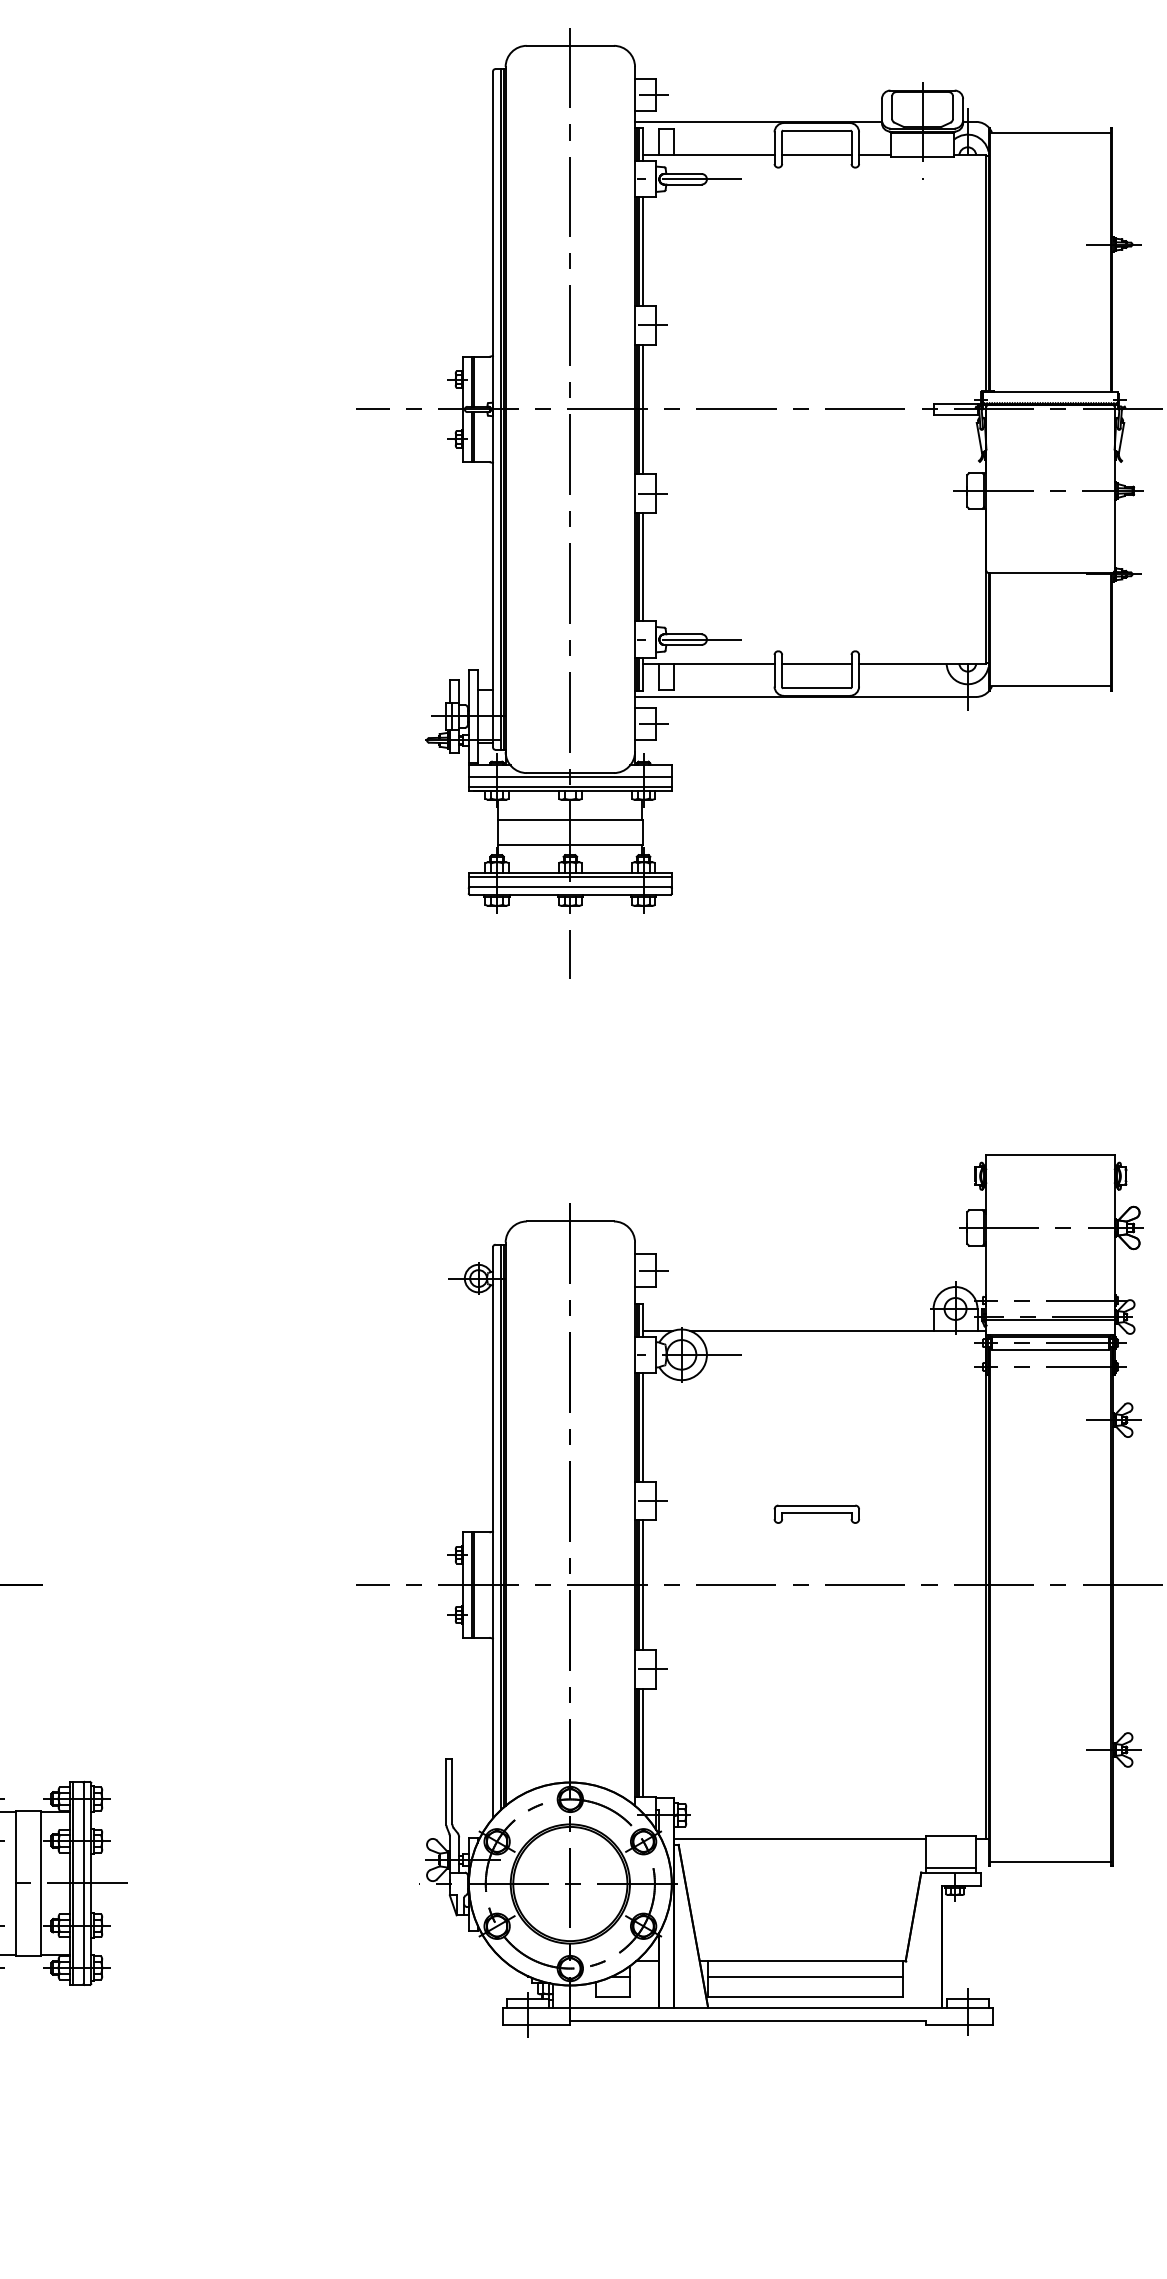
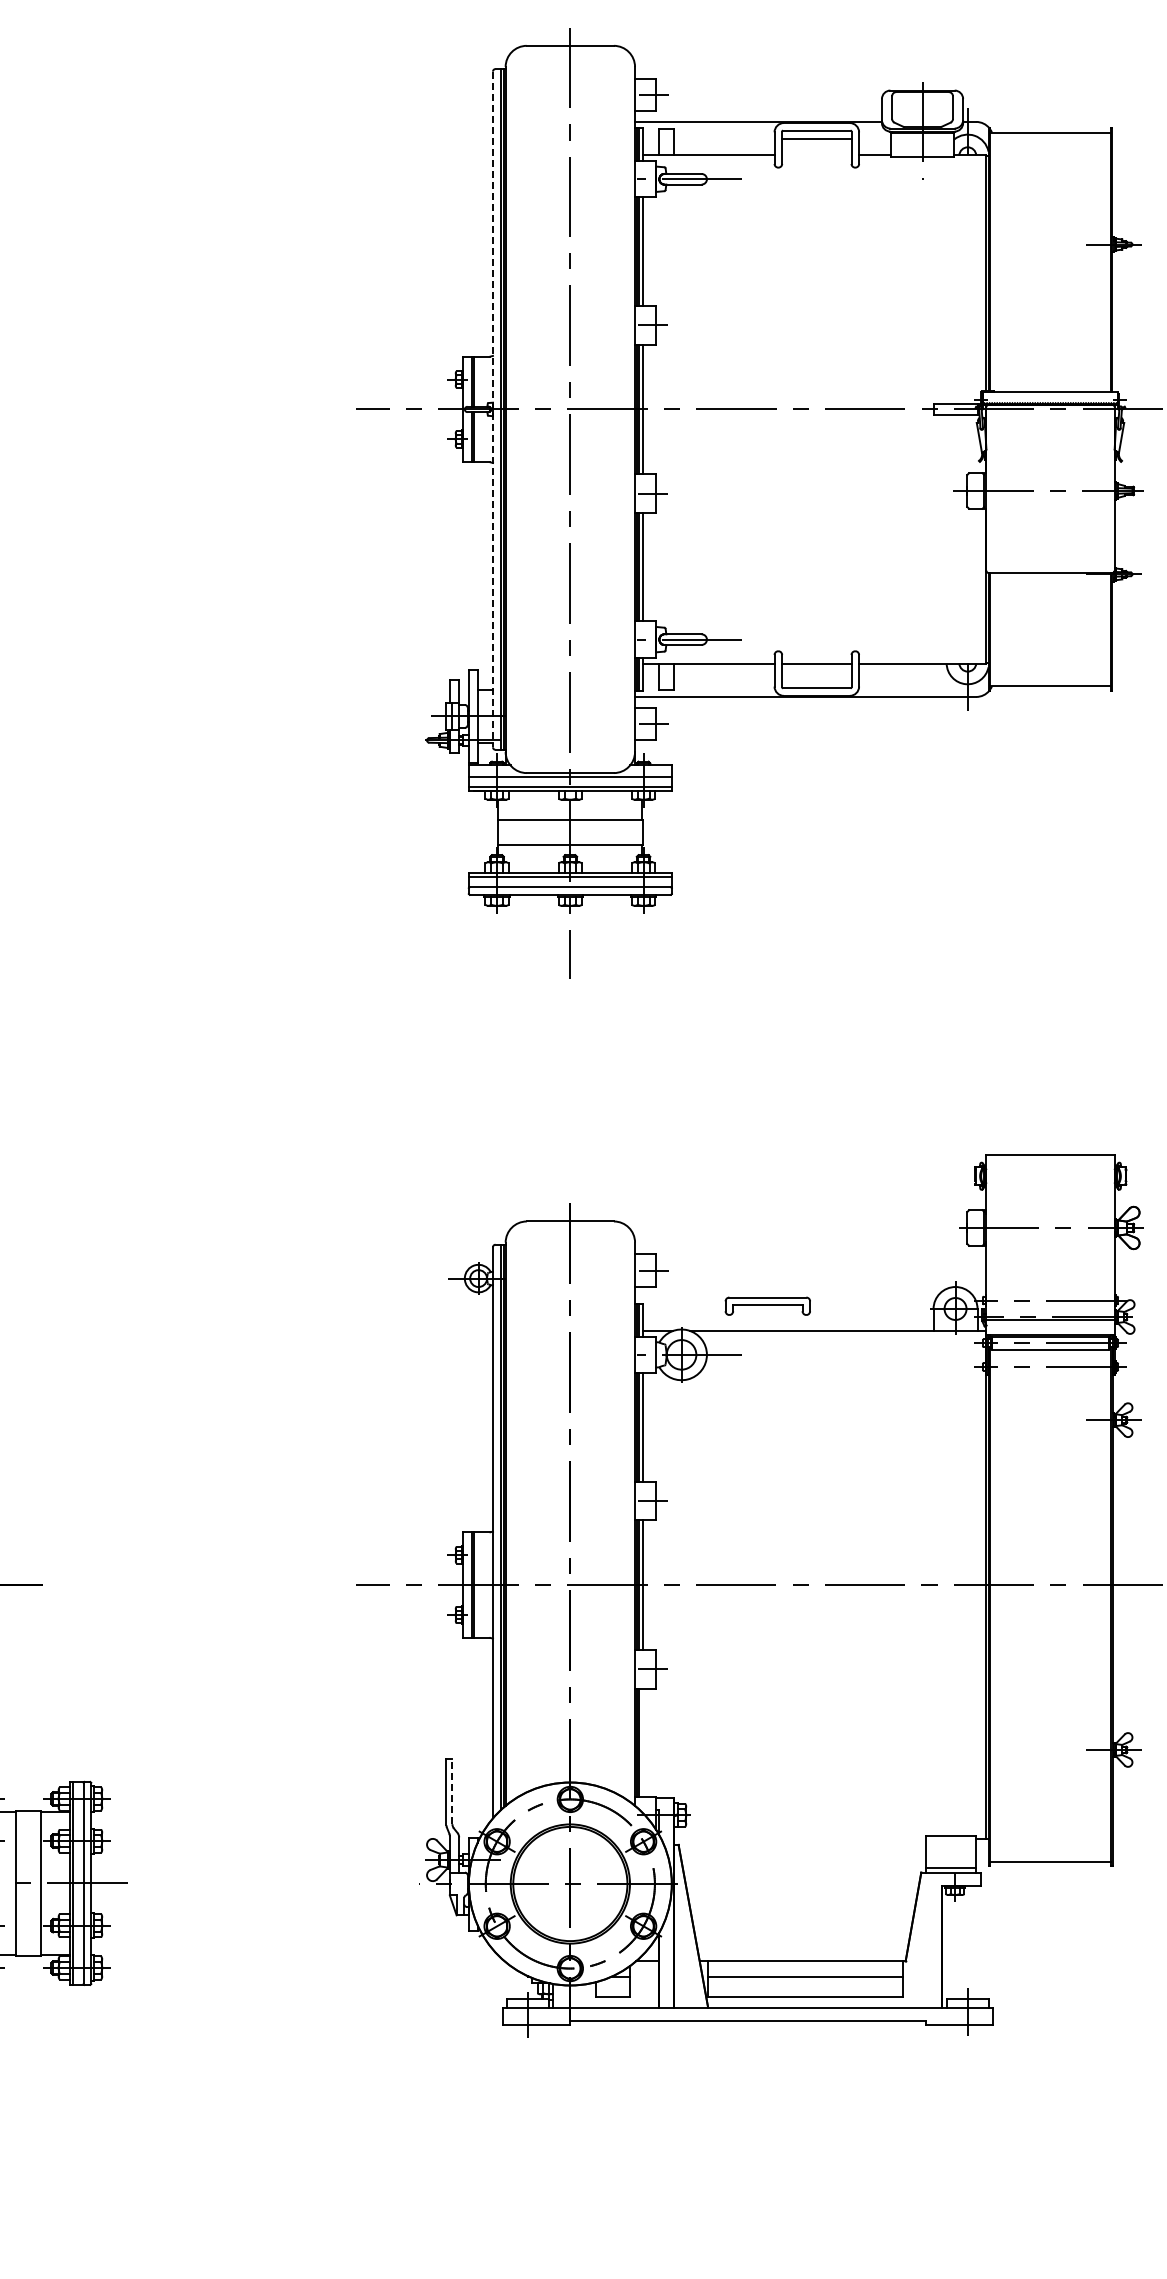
line at (816, 155) position: (816, 155) -> (816, 139)
line at (492, 409): solid -> dashed
part at (816, 1513) position: (816, 1513) -> (767, 1305)
line at (643, 1742): present -> none
line at (452, 1791): solid -> dashed
line at (799, 1839): present -> none
